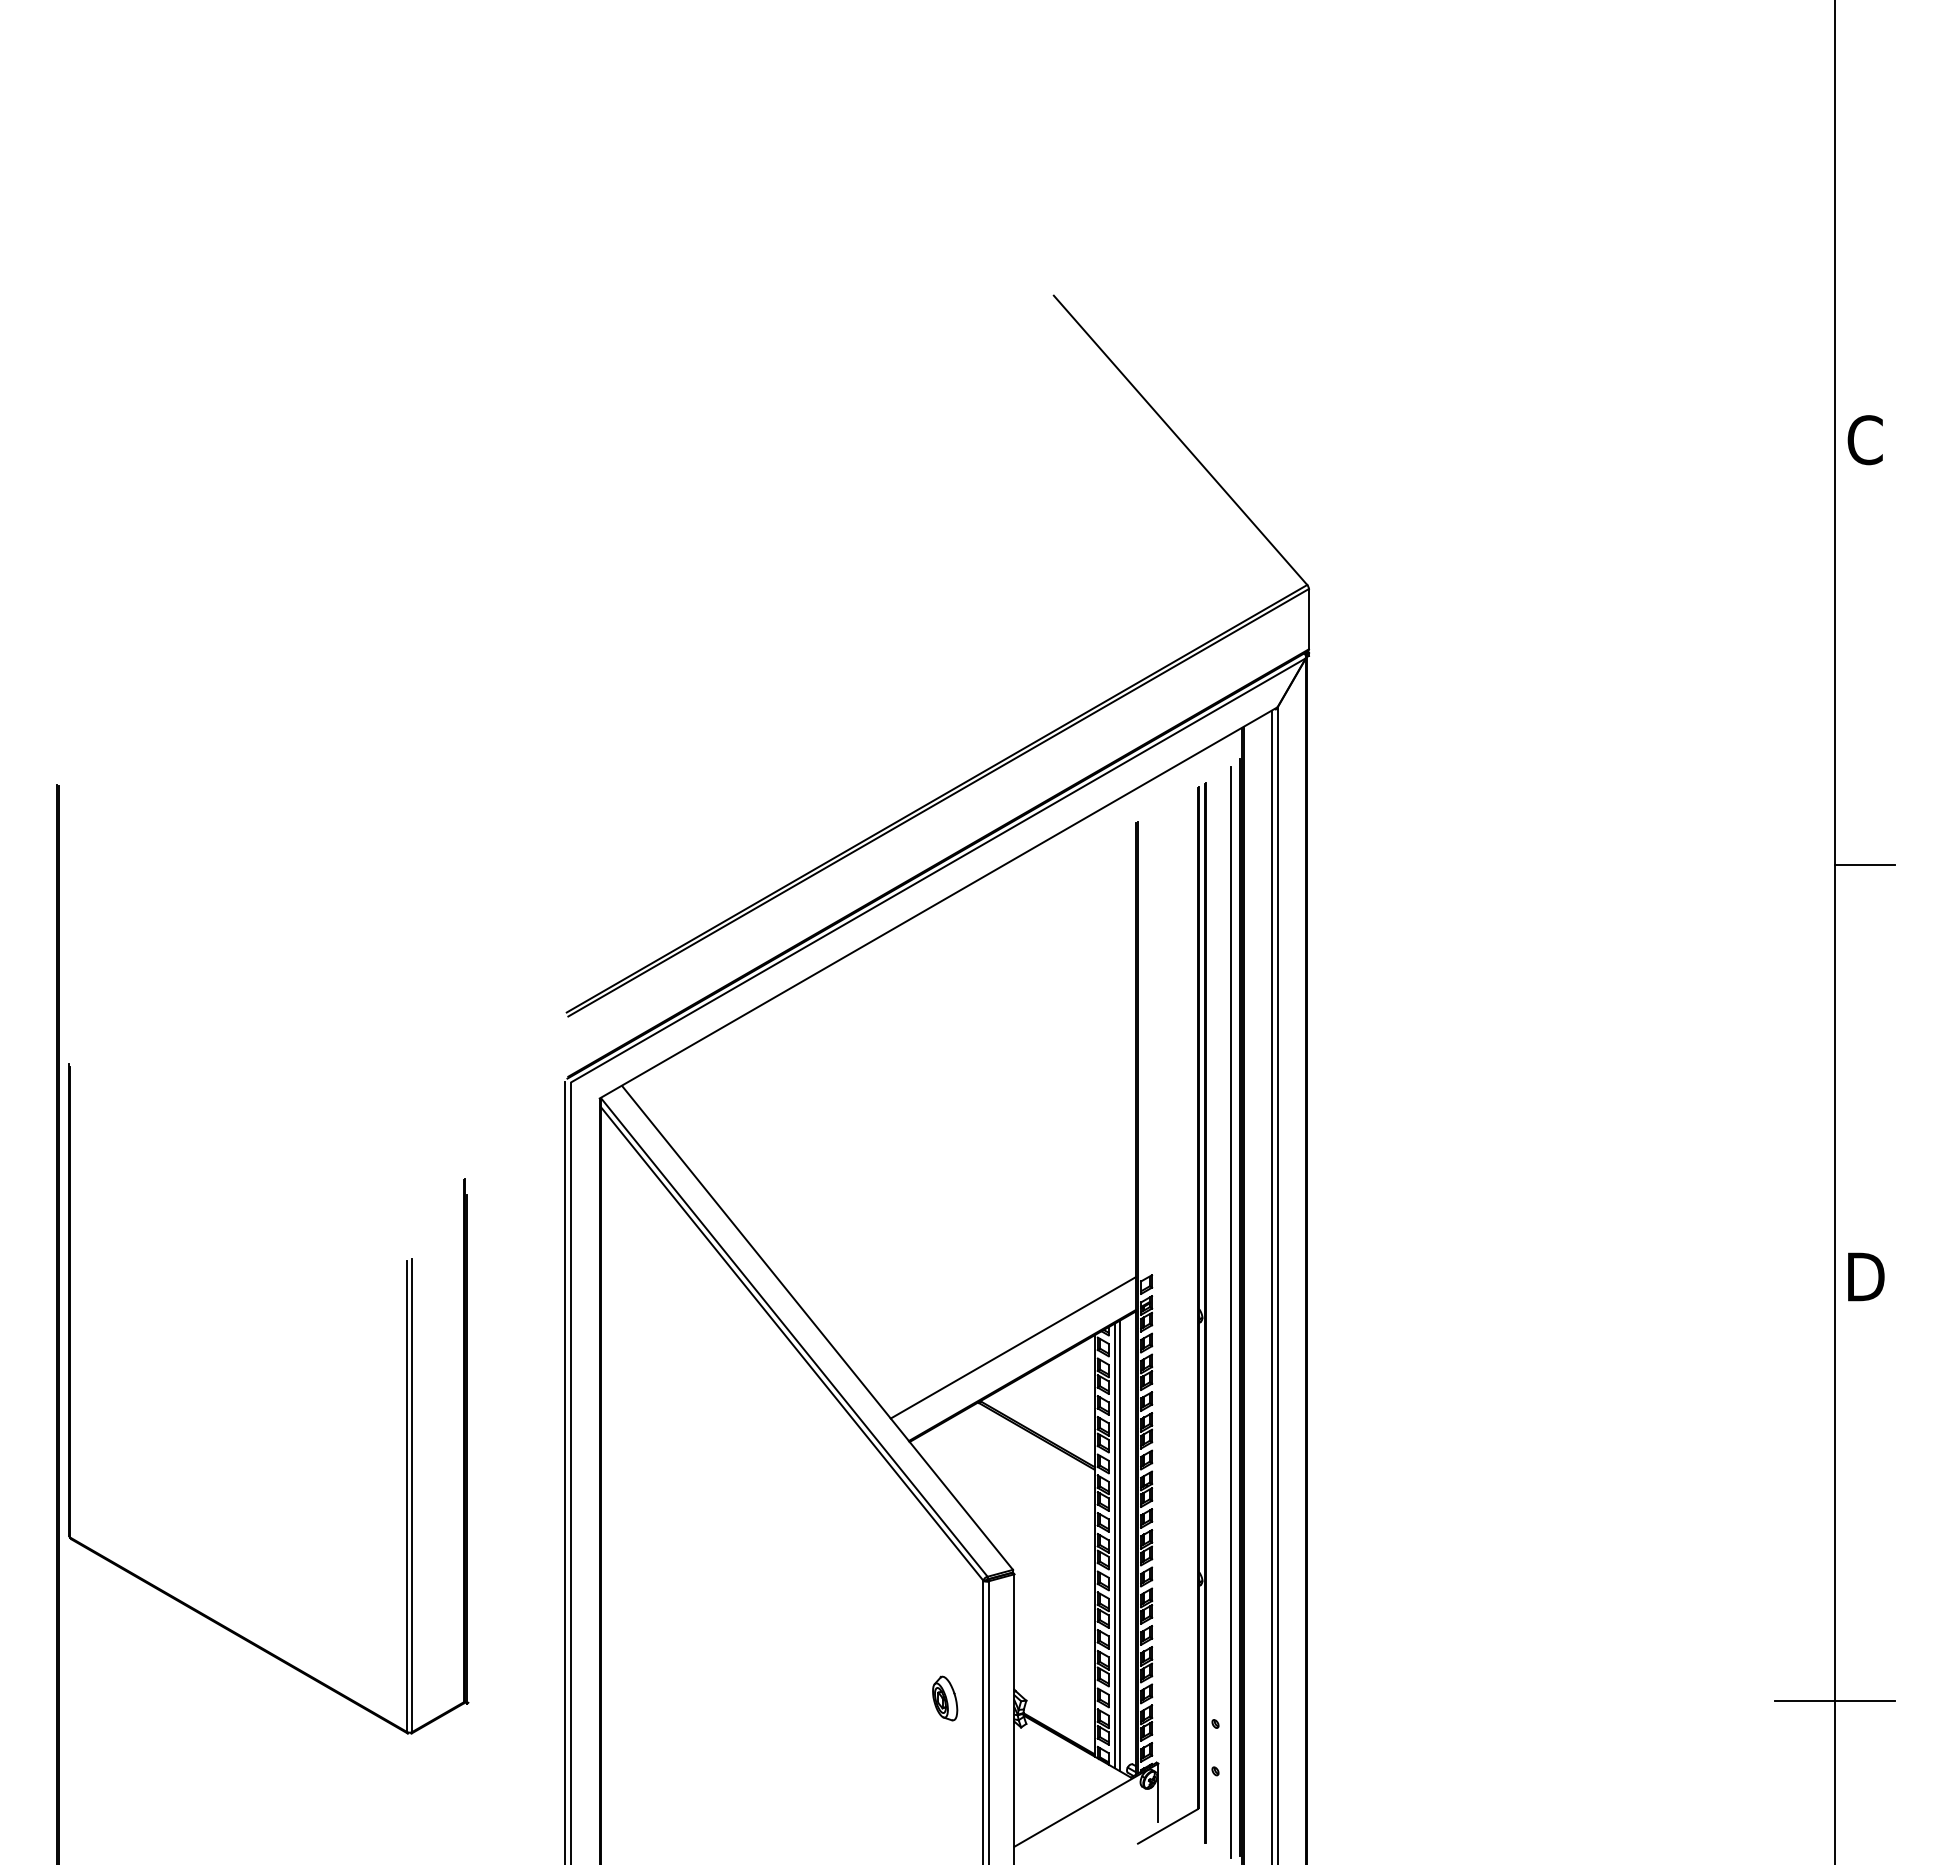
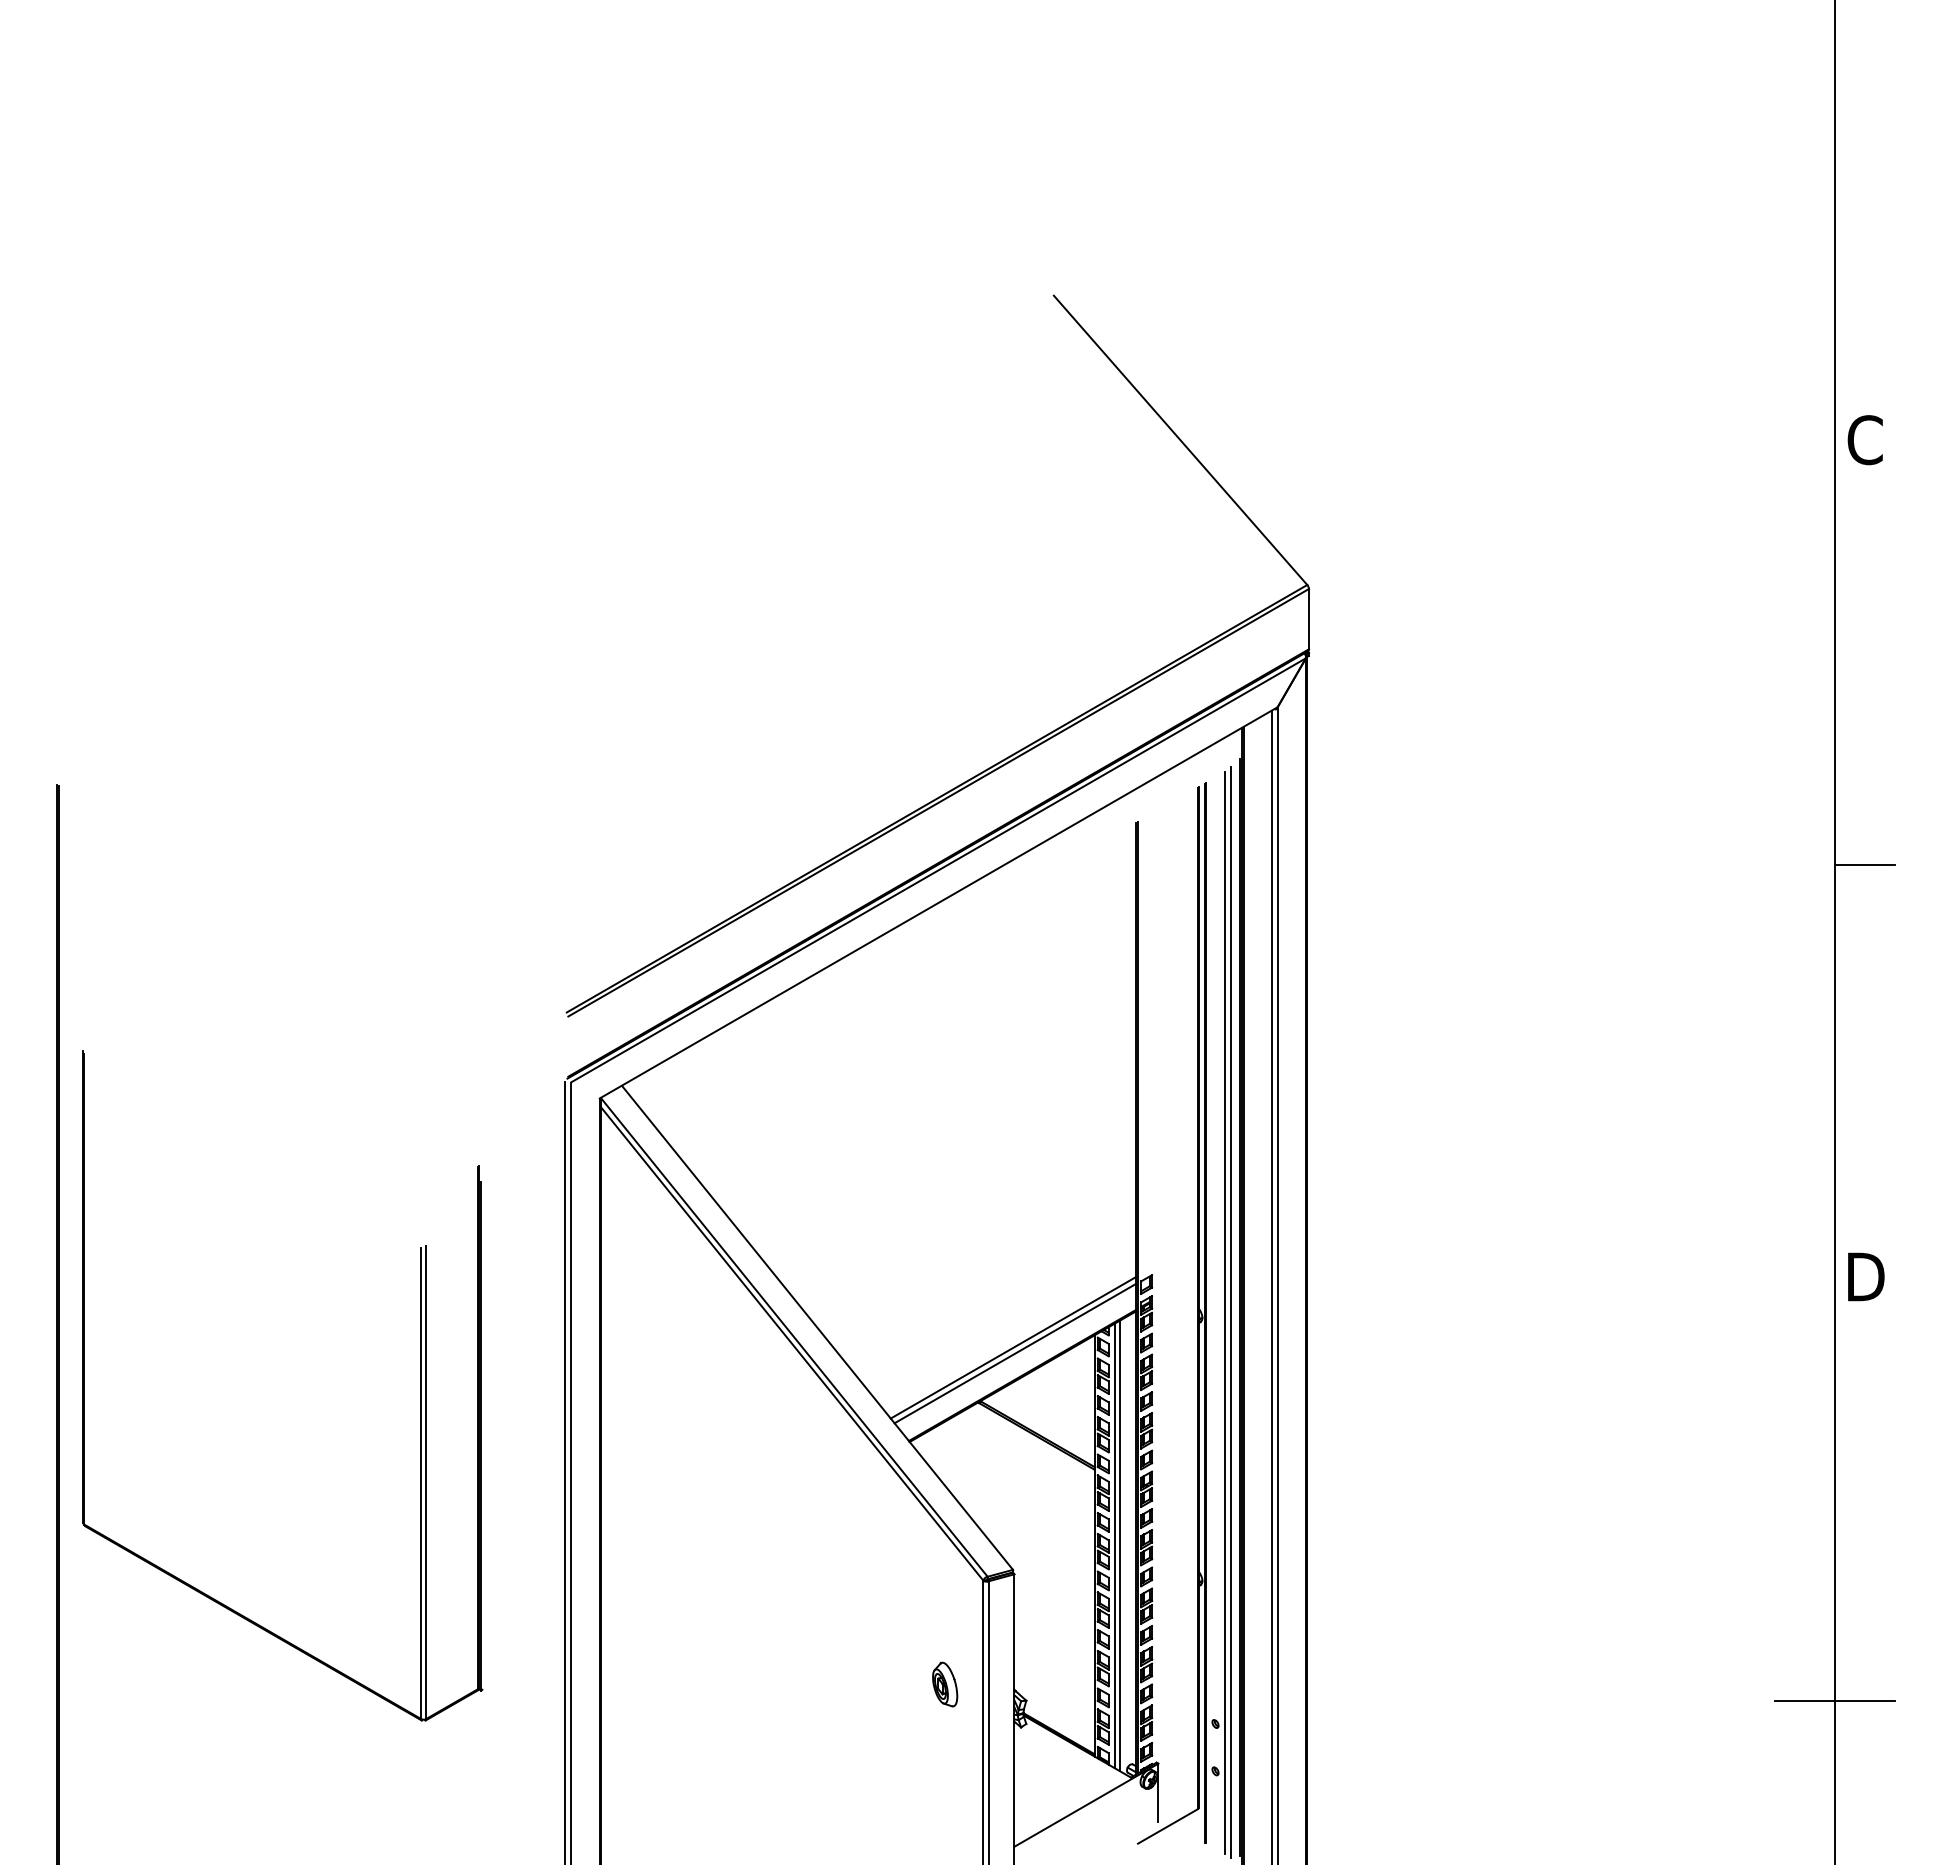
line at (1225, 1312): none -> present
line at (1014, 1353): none -> present
part at (406, 1398) position: (406, 1398) -> (420, 1385)
part at (945, 1698) position: (945, 1698) -> (945, 1684)
